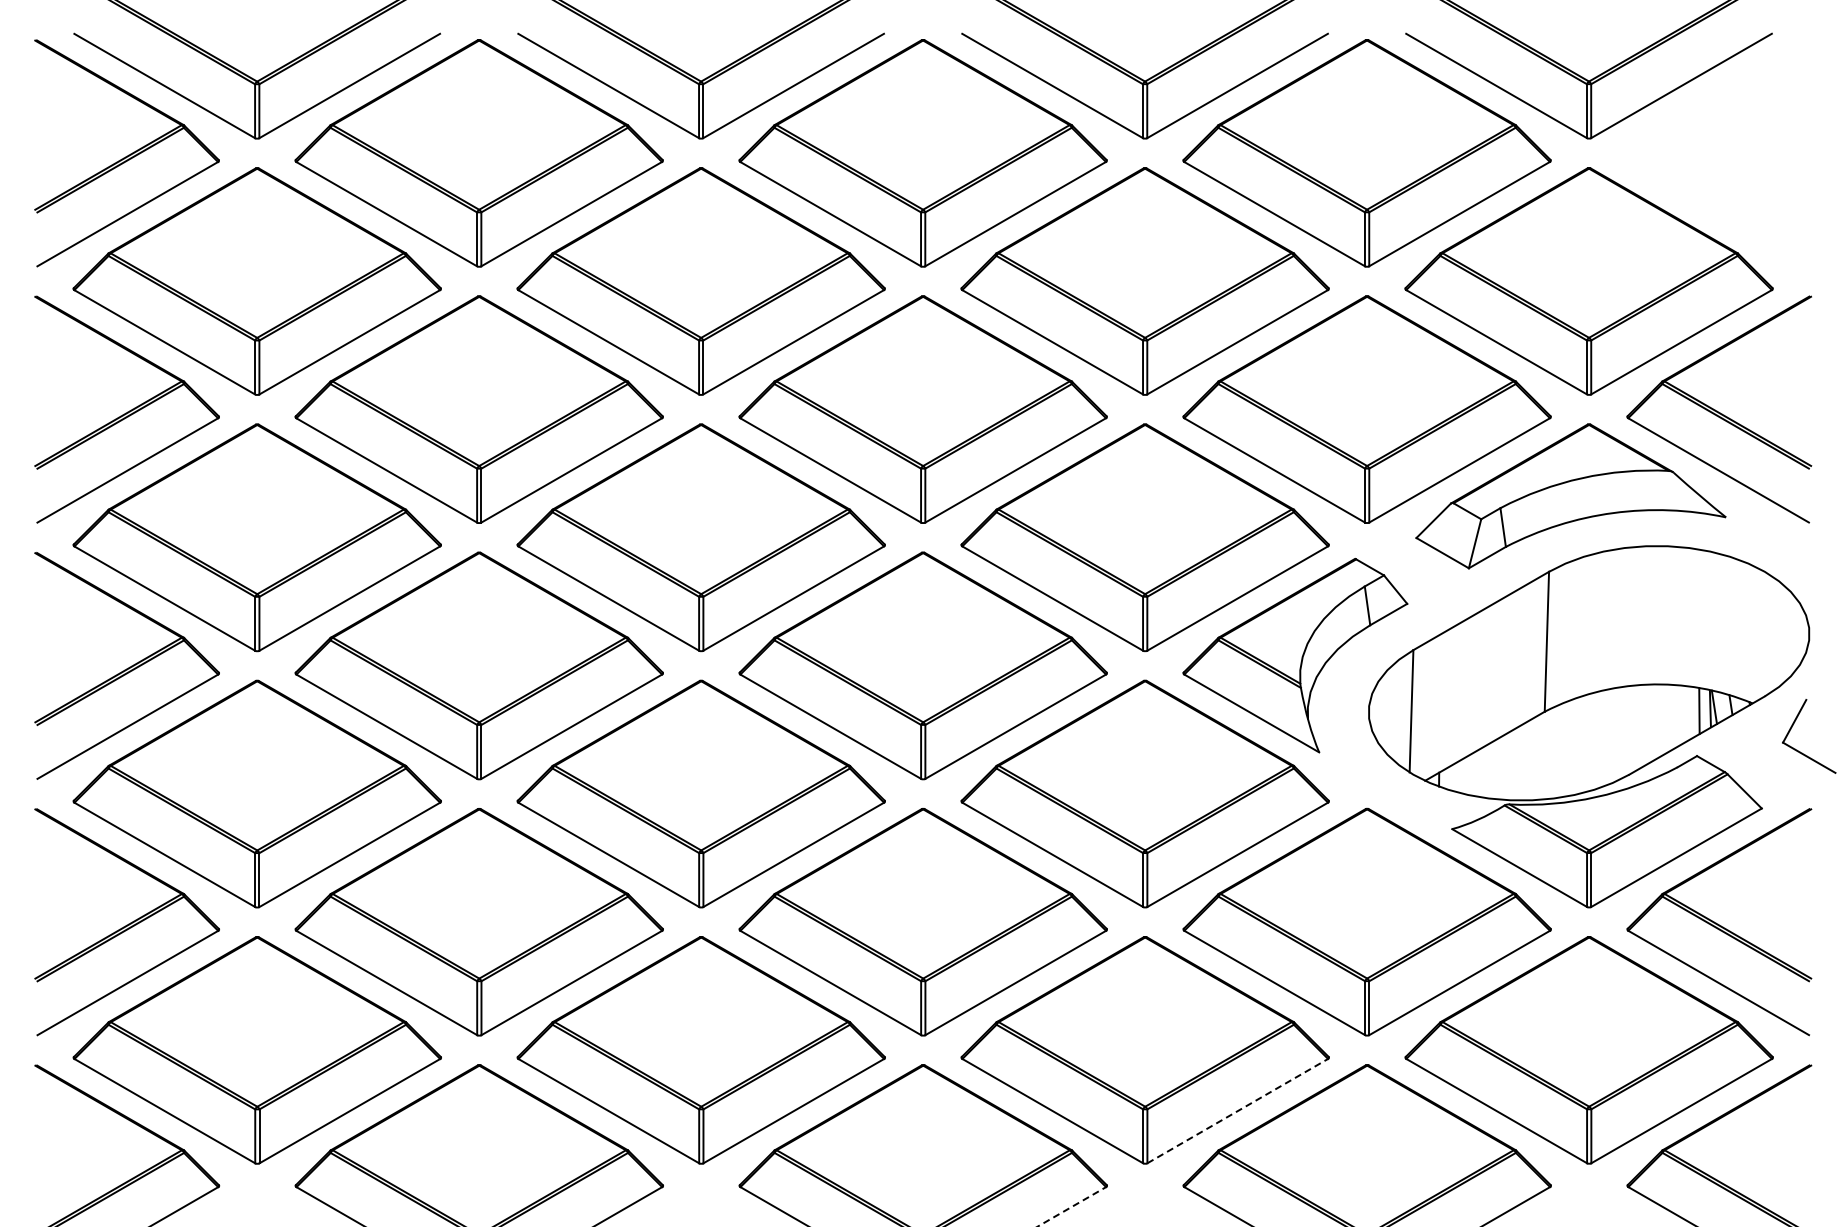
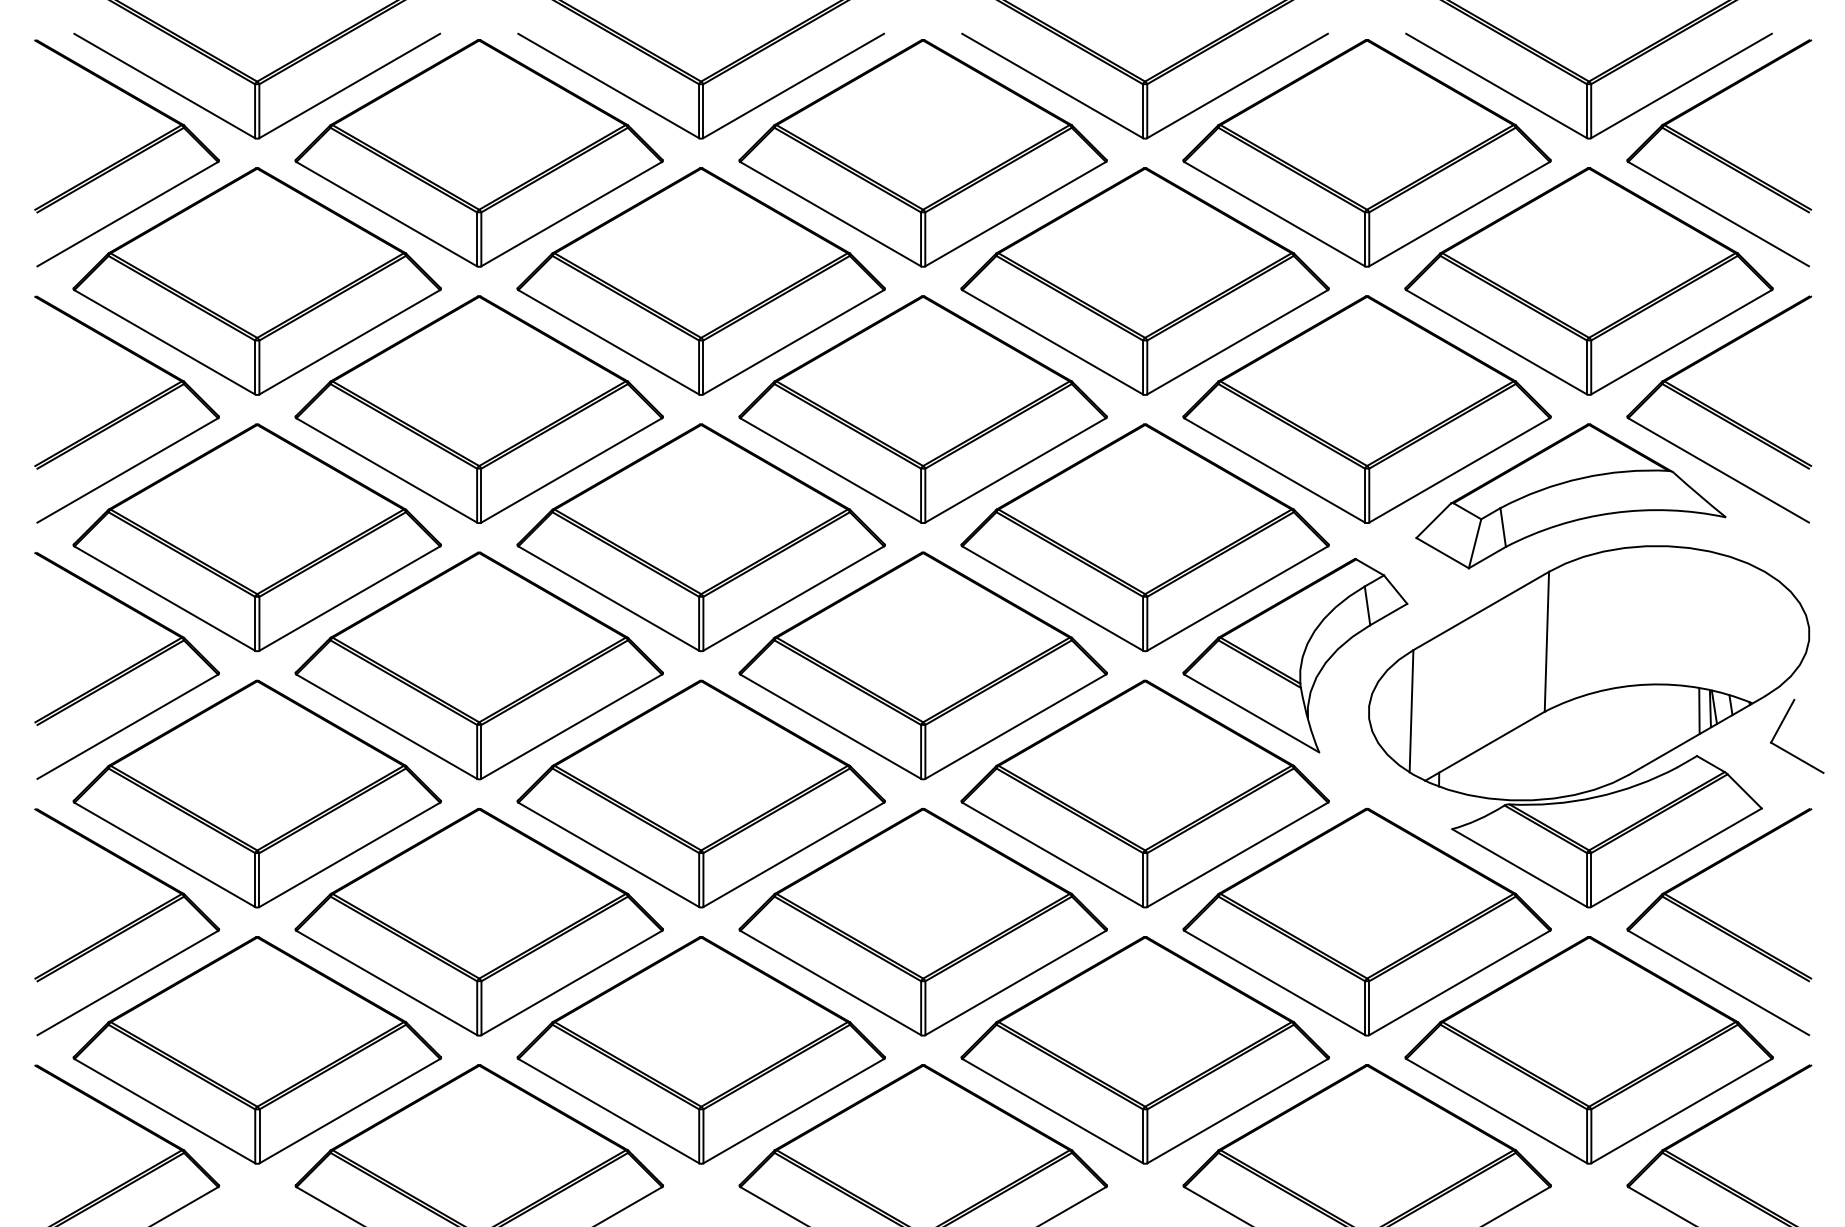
part at (1719, 153): none -> present
part at (1802, 752) position: (1802, 752) -> (1790, 752)
line at (1238, 1110): dashed -> solid
line at (1072, 1206): dashed -> solid
